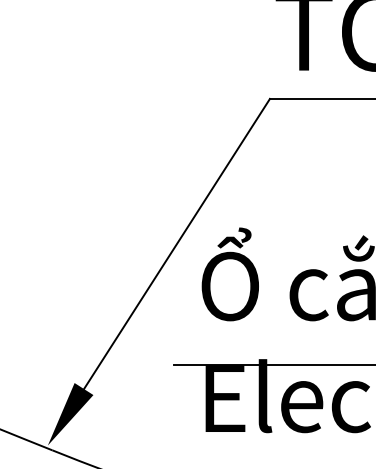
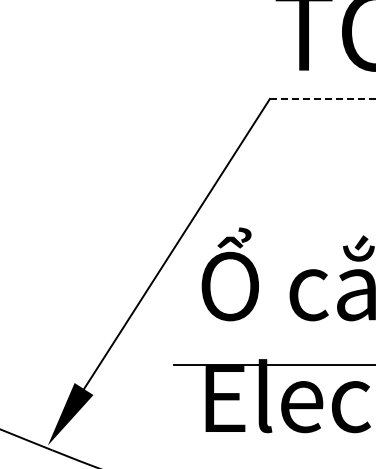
line at (322, 98): solid -> dashed
